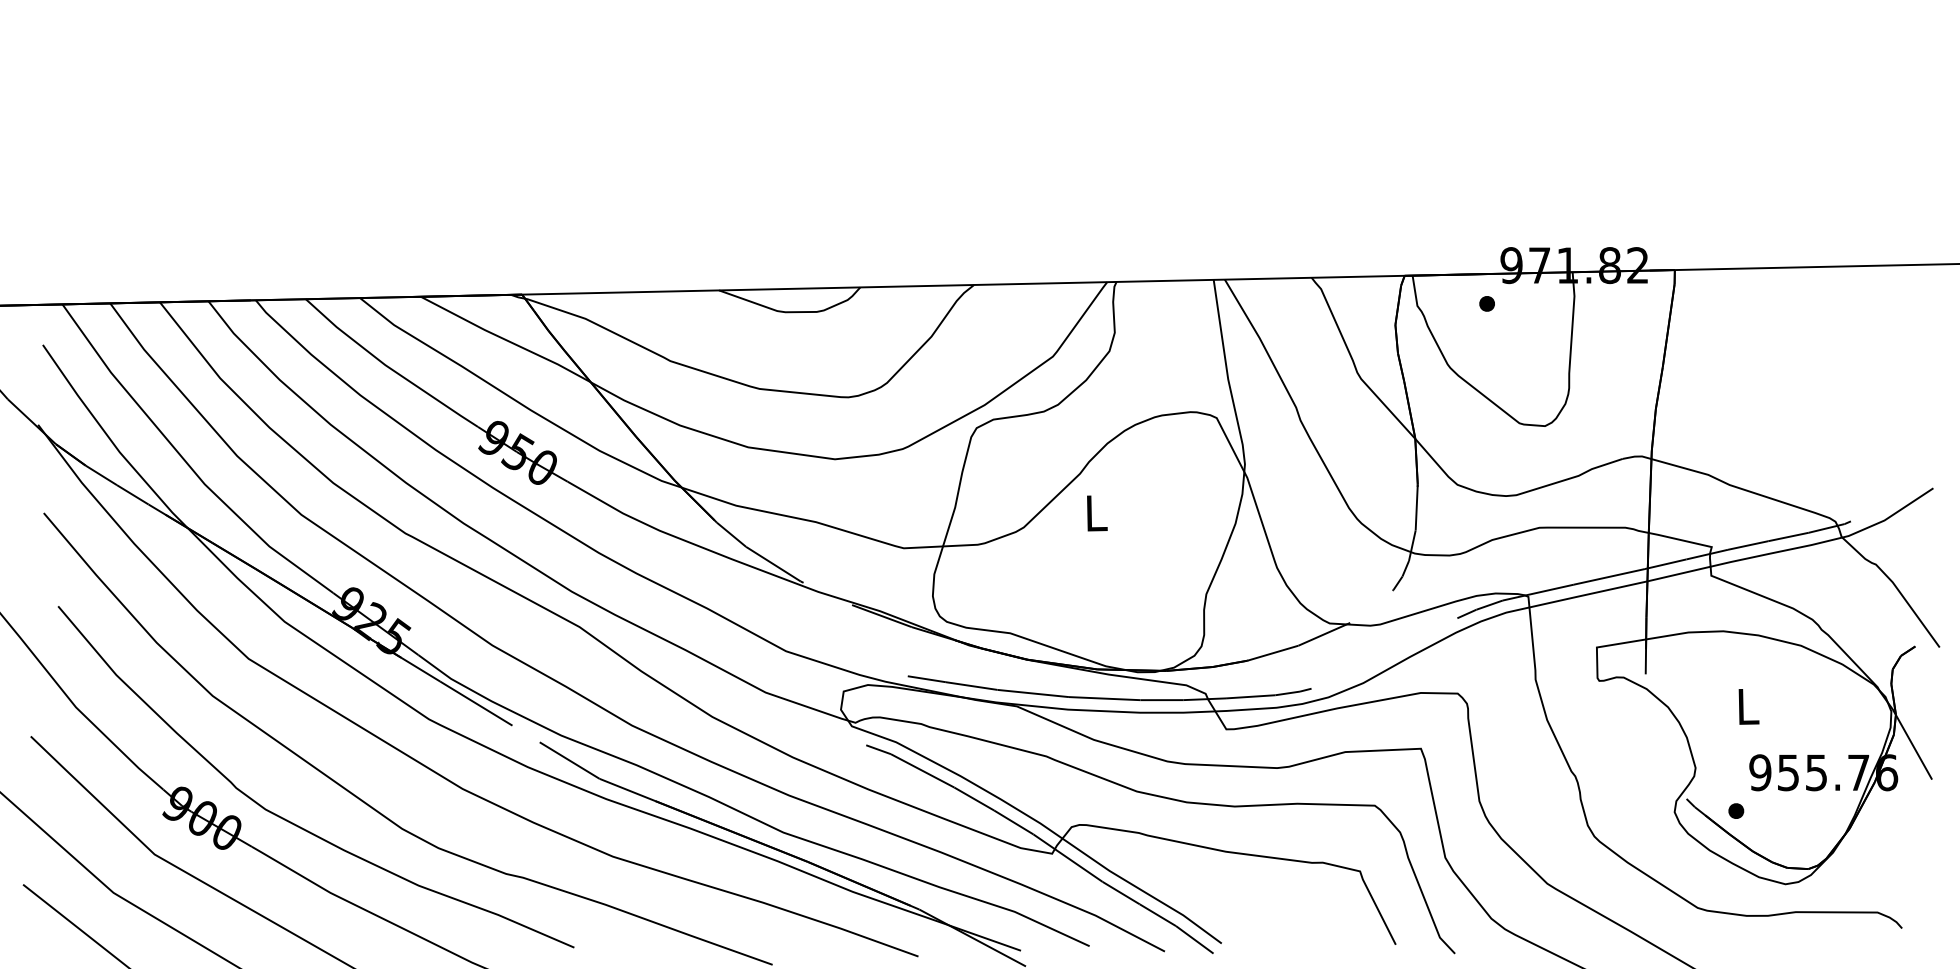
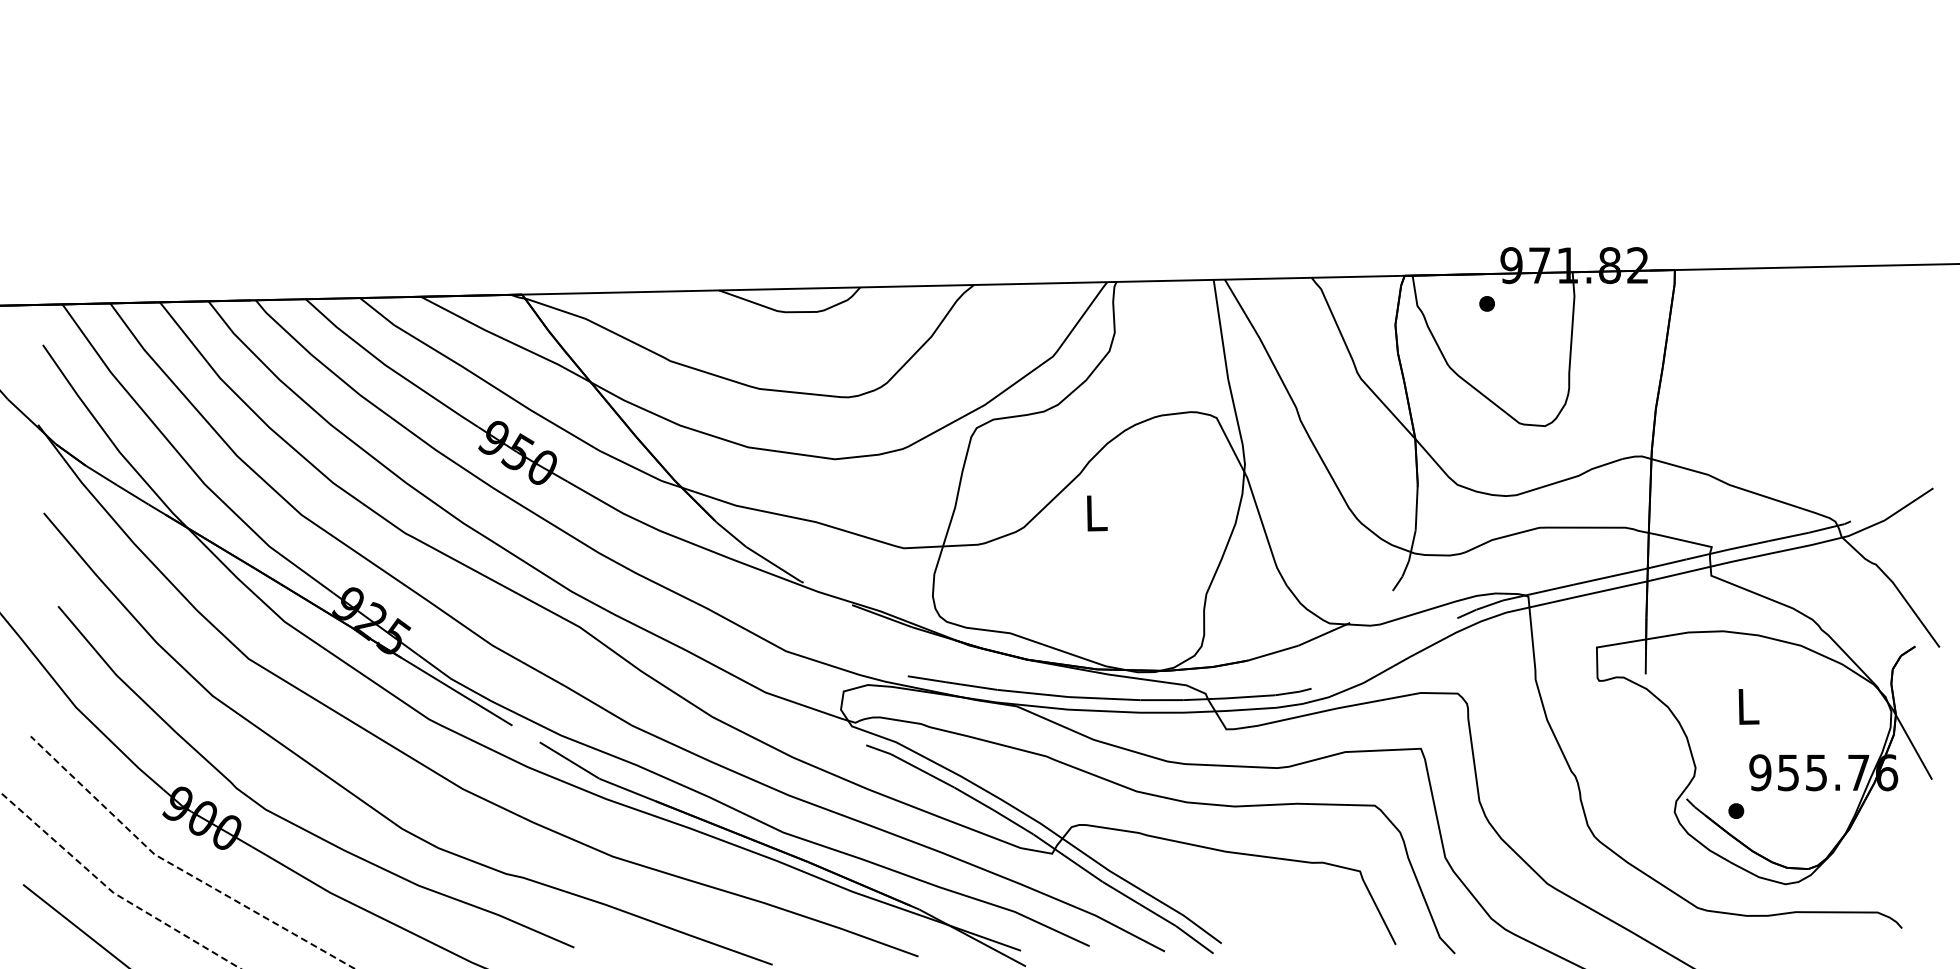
line at (178, 868): solid -> dashed
line at (112, 891): solid -> dashed
